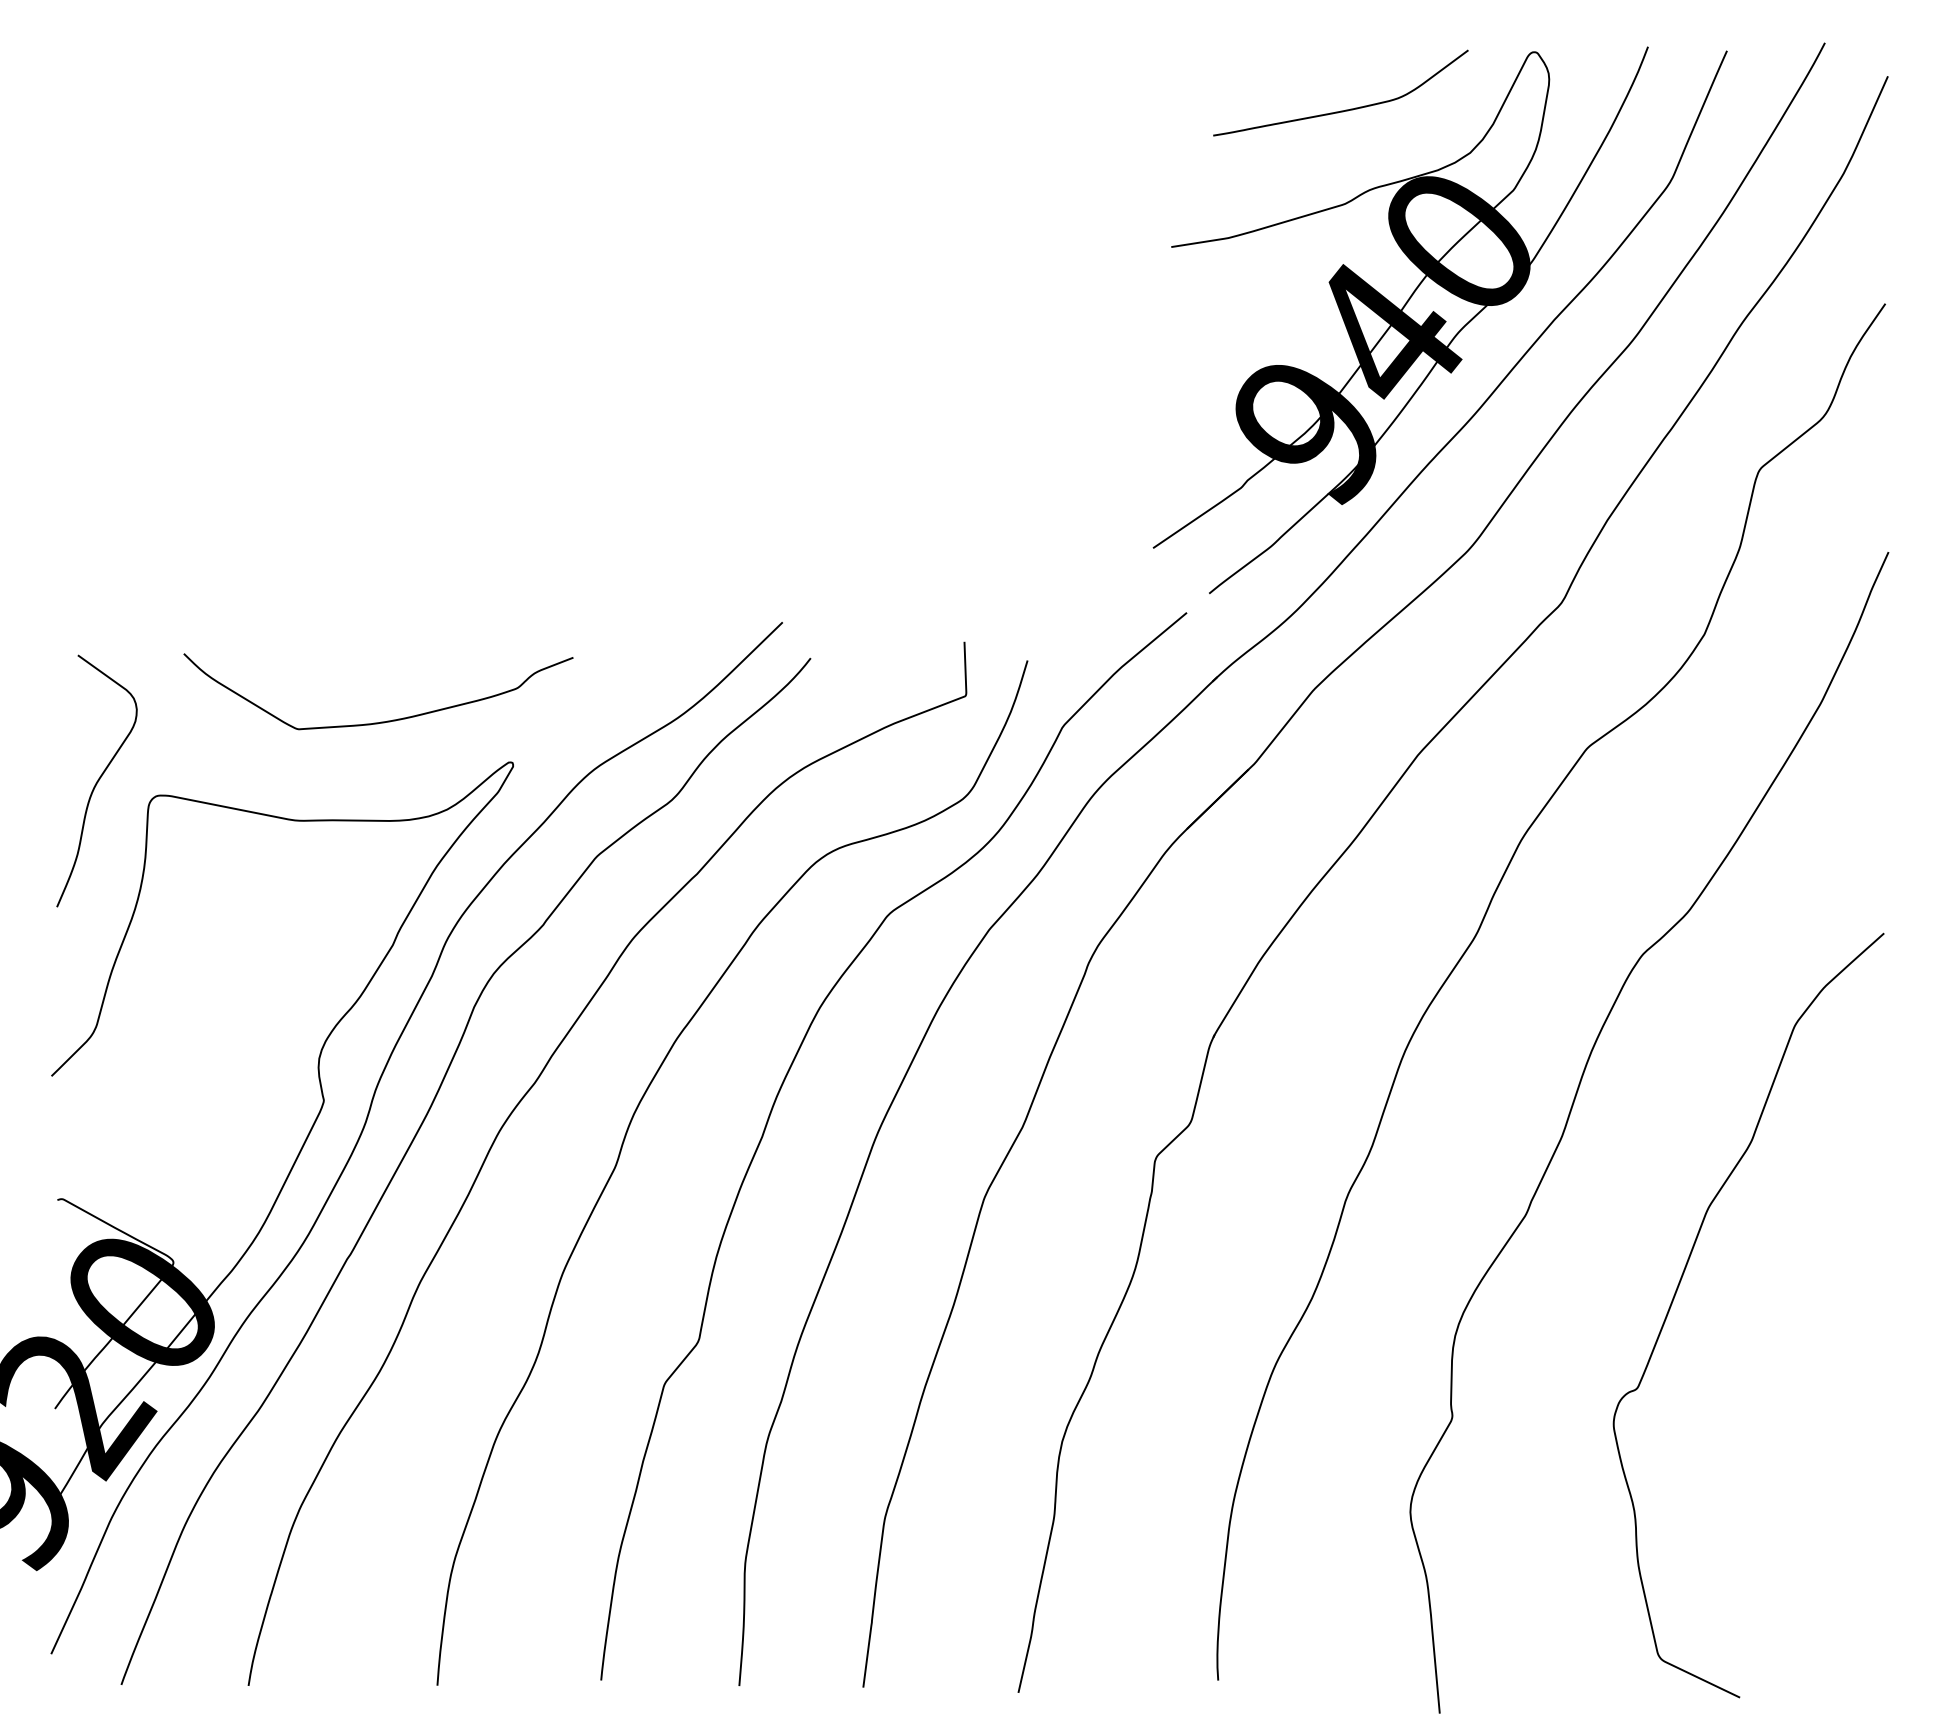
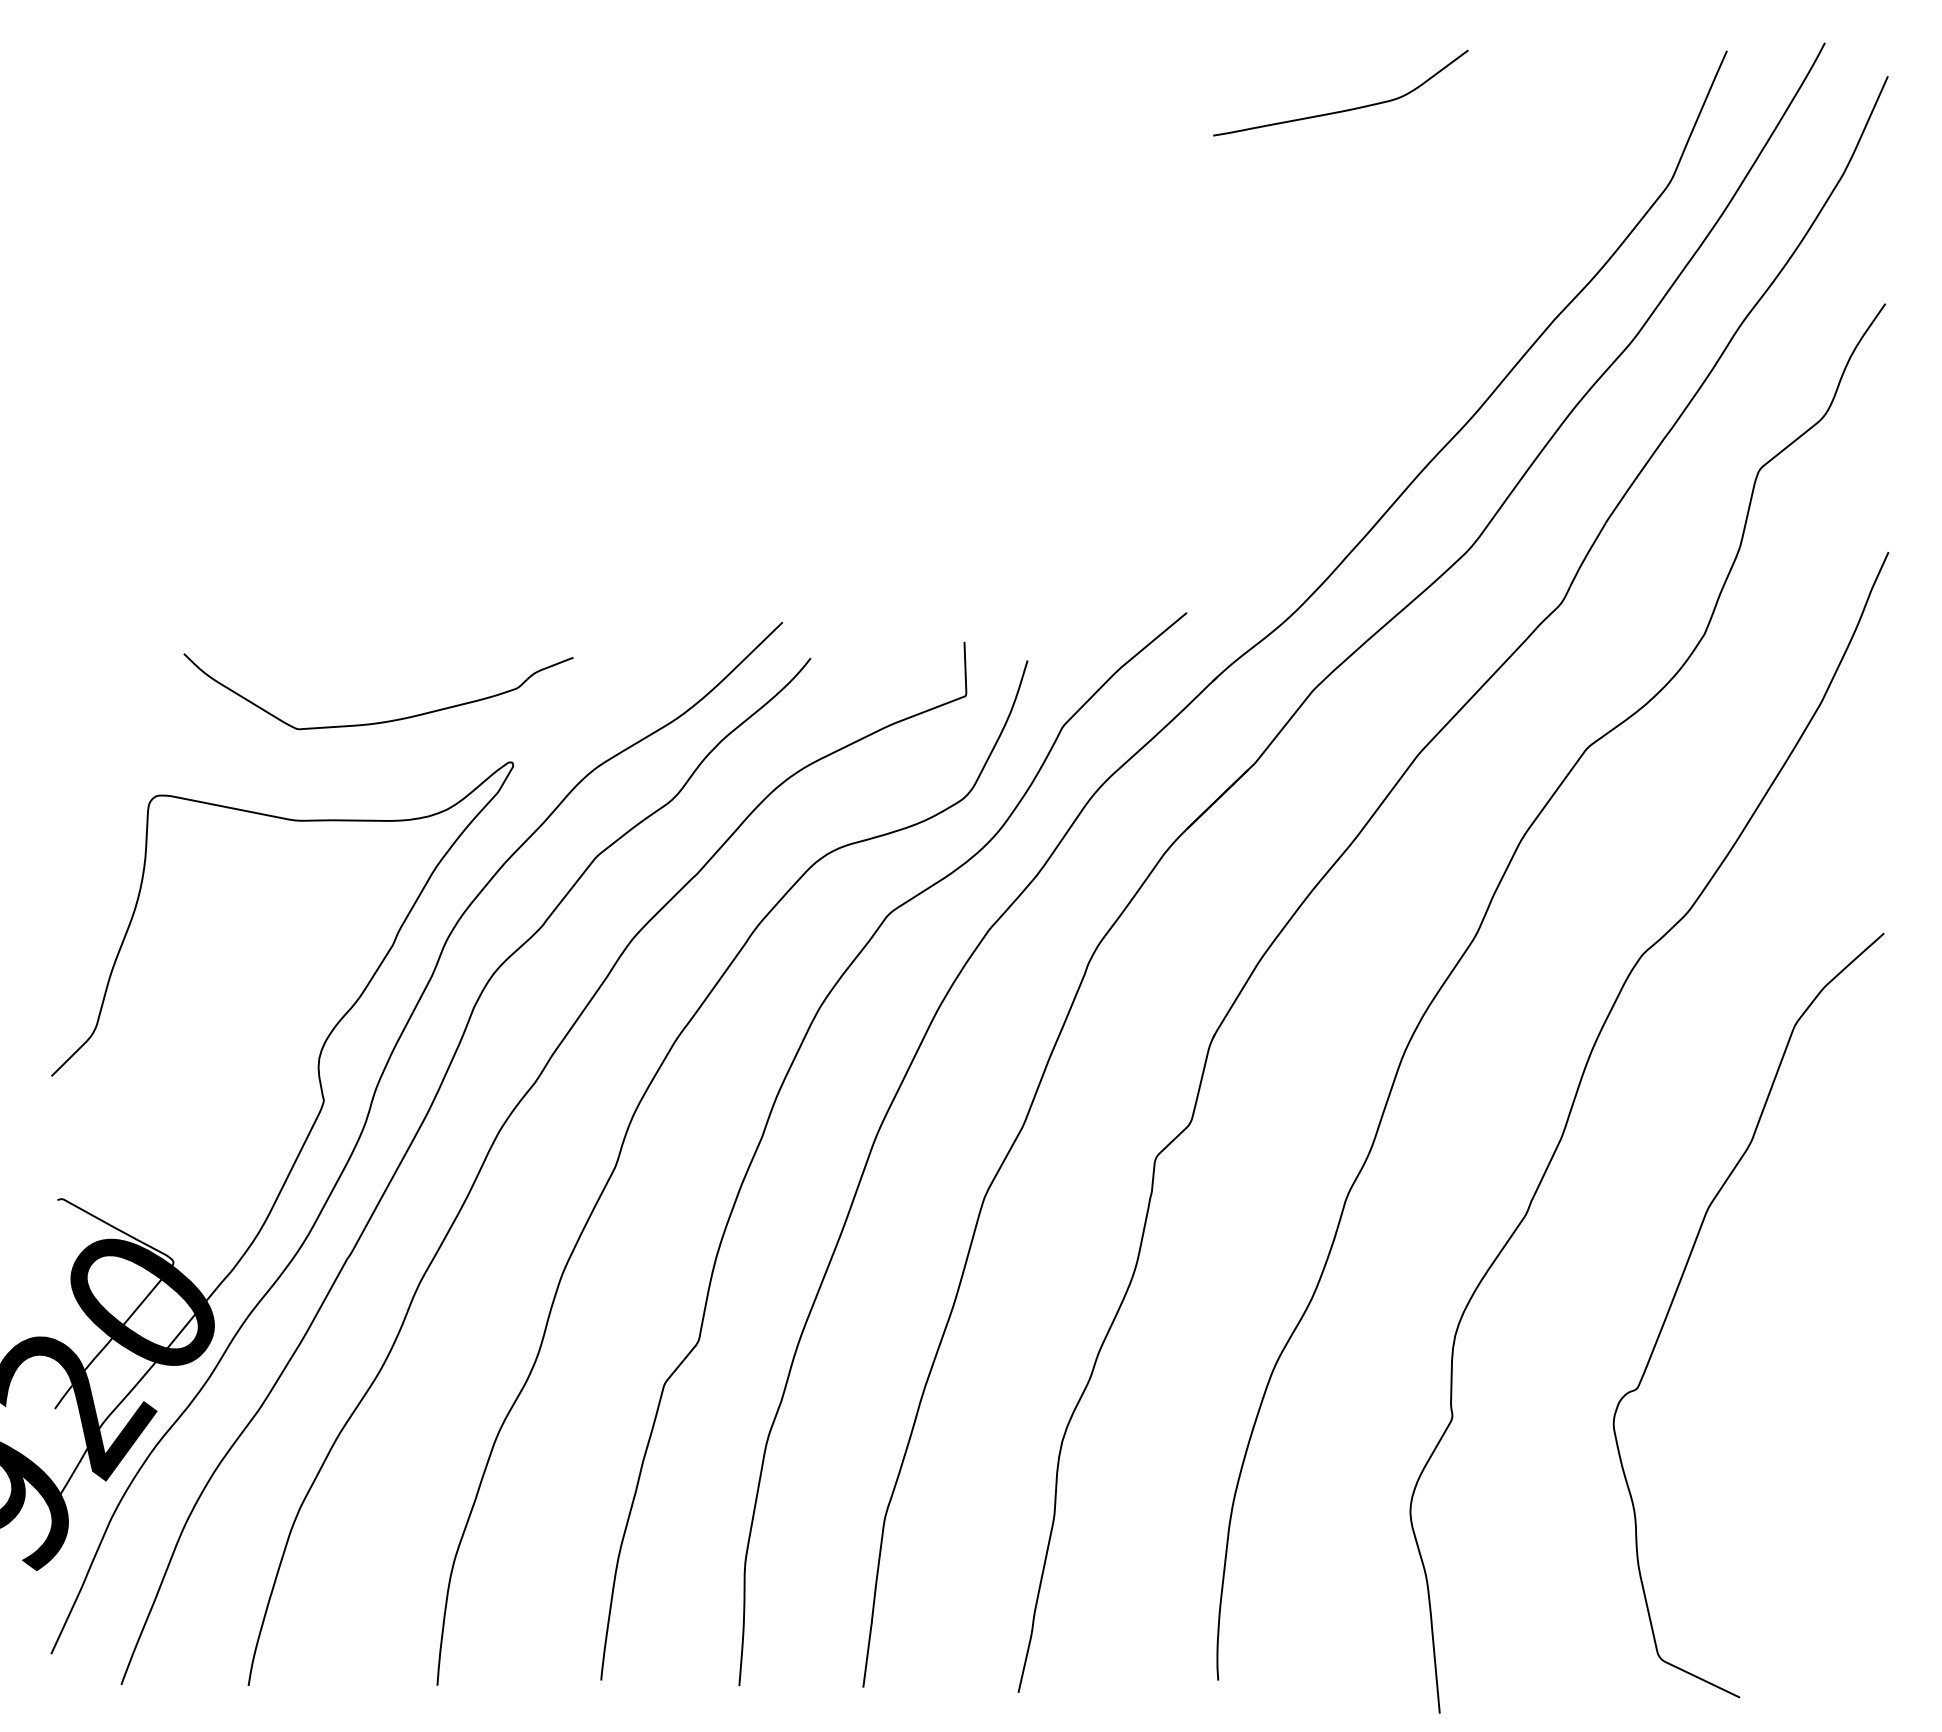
part at (1400, 320): present -> none
curve at (97, 780): present -> none
